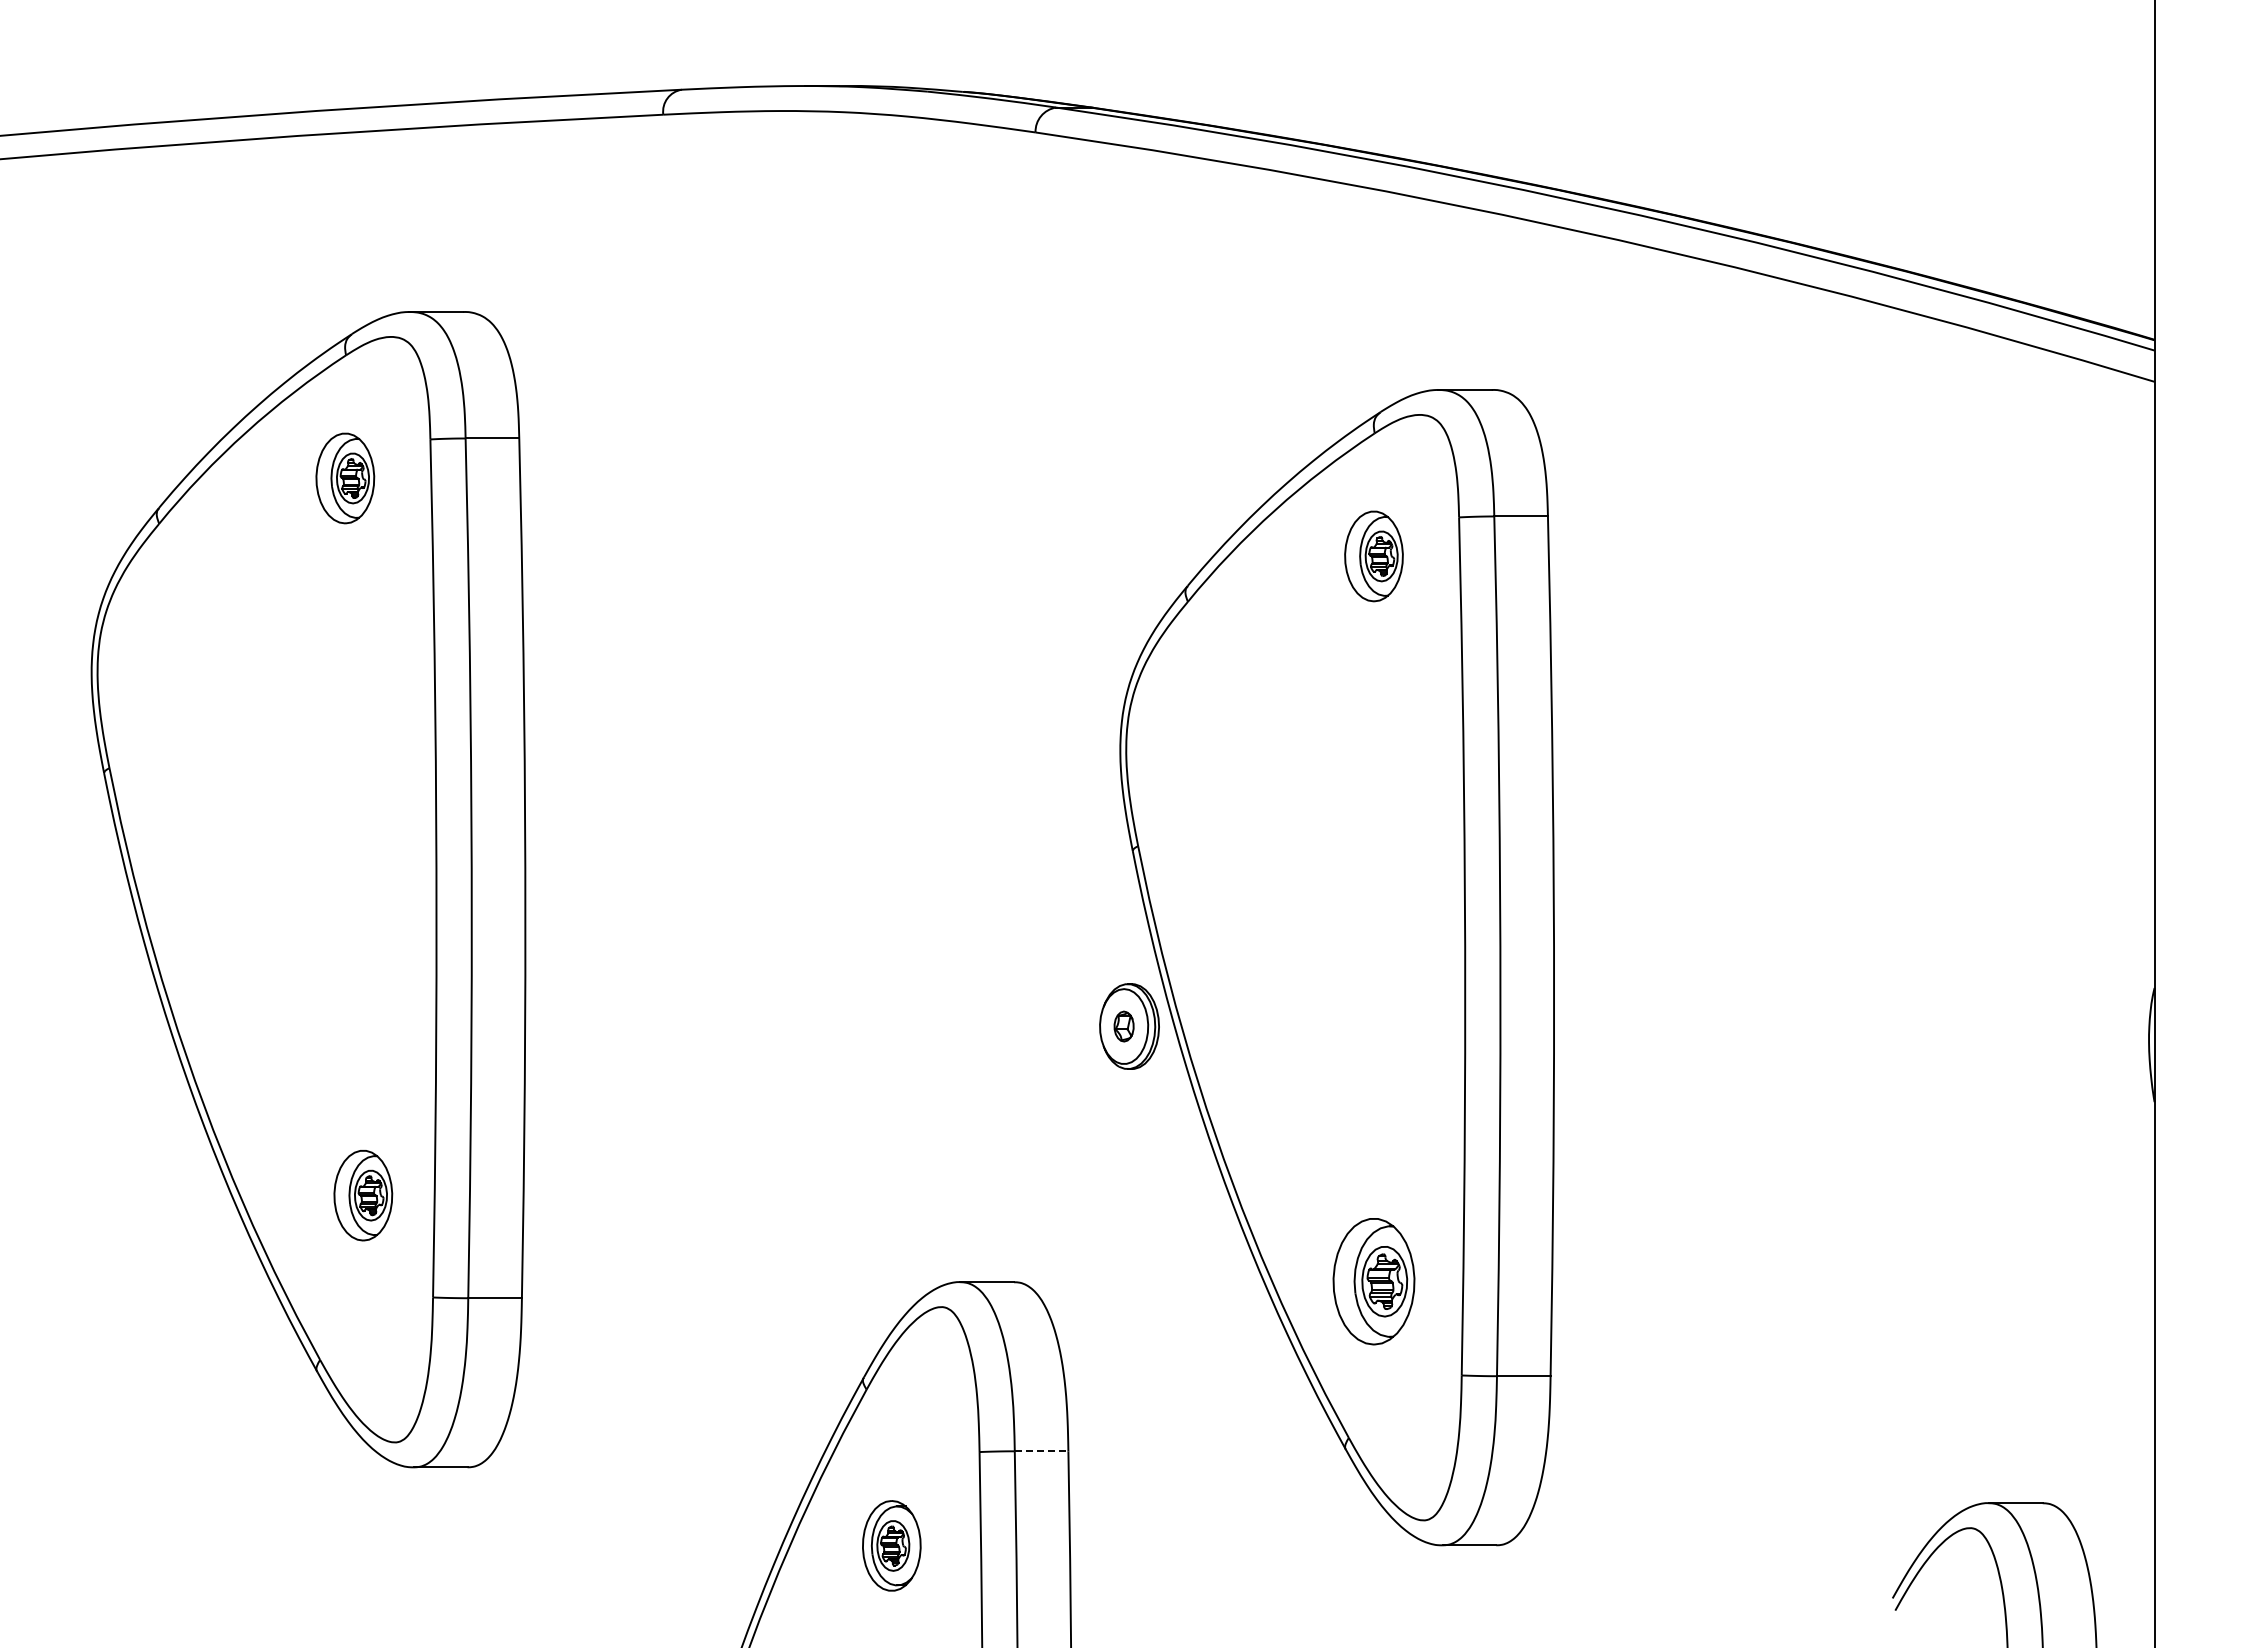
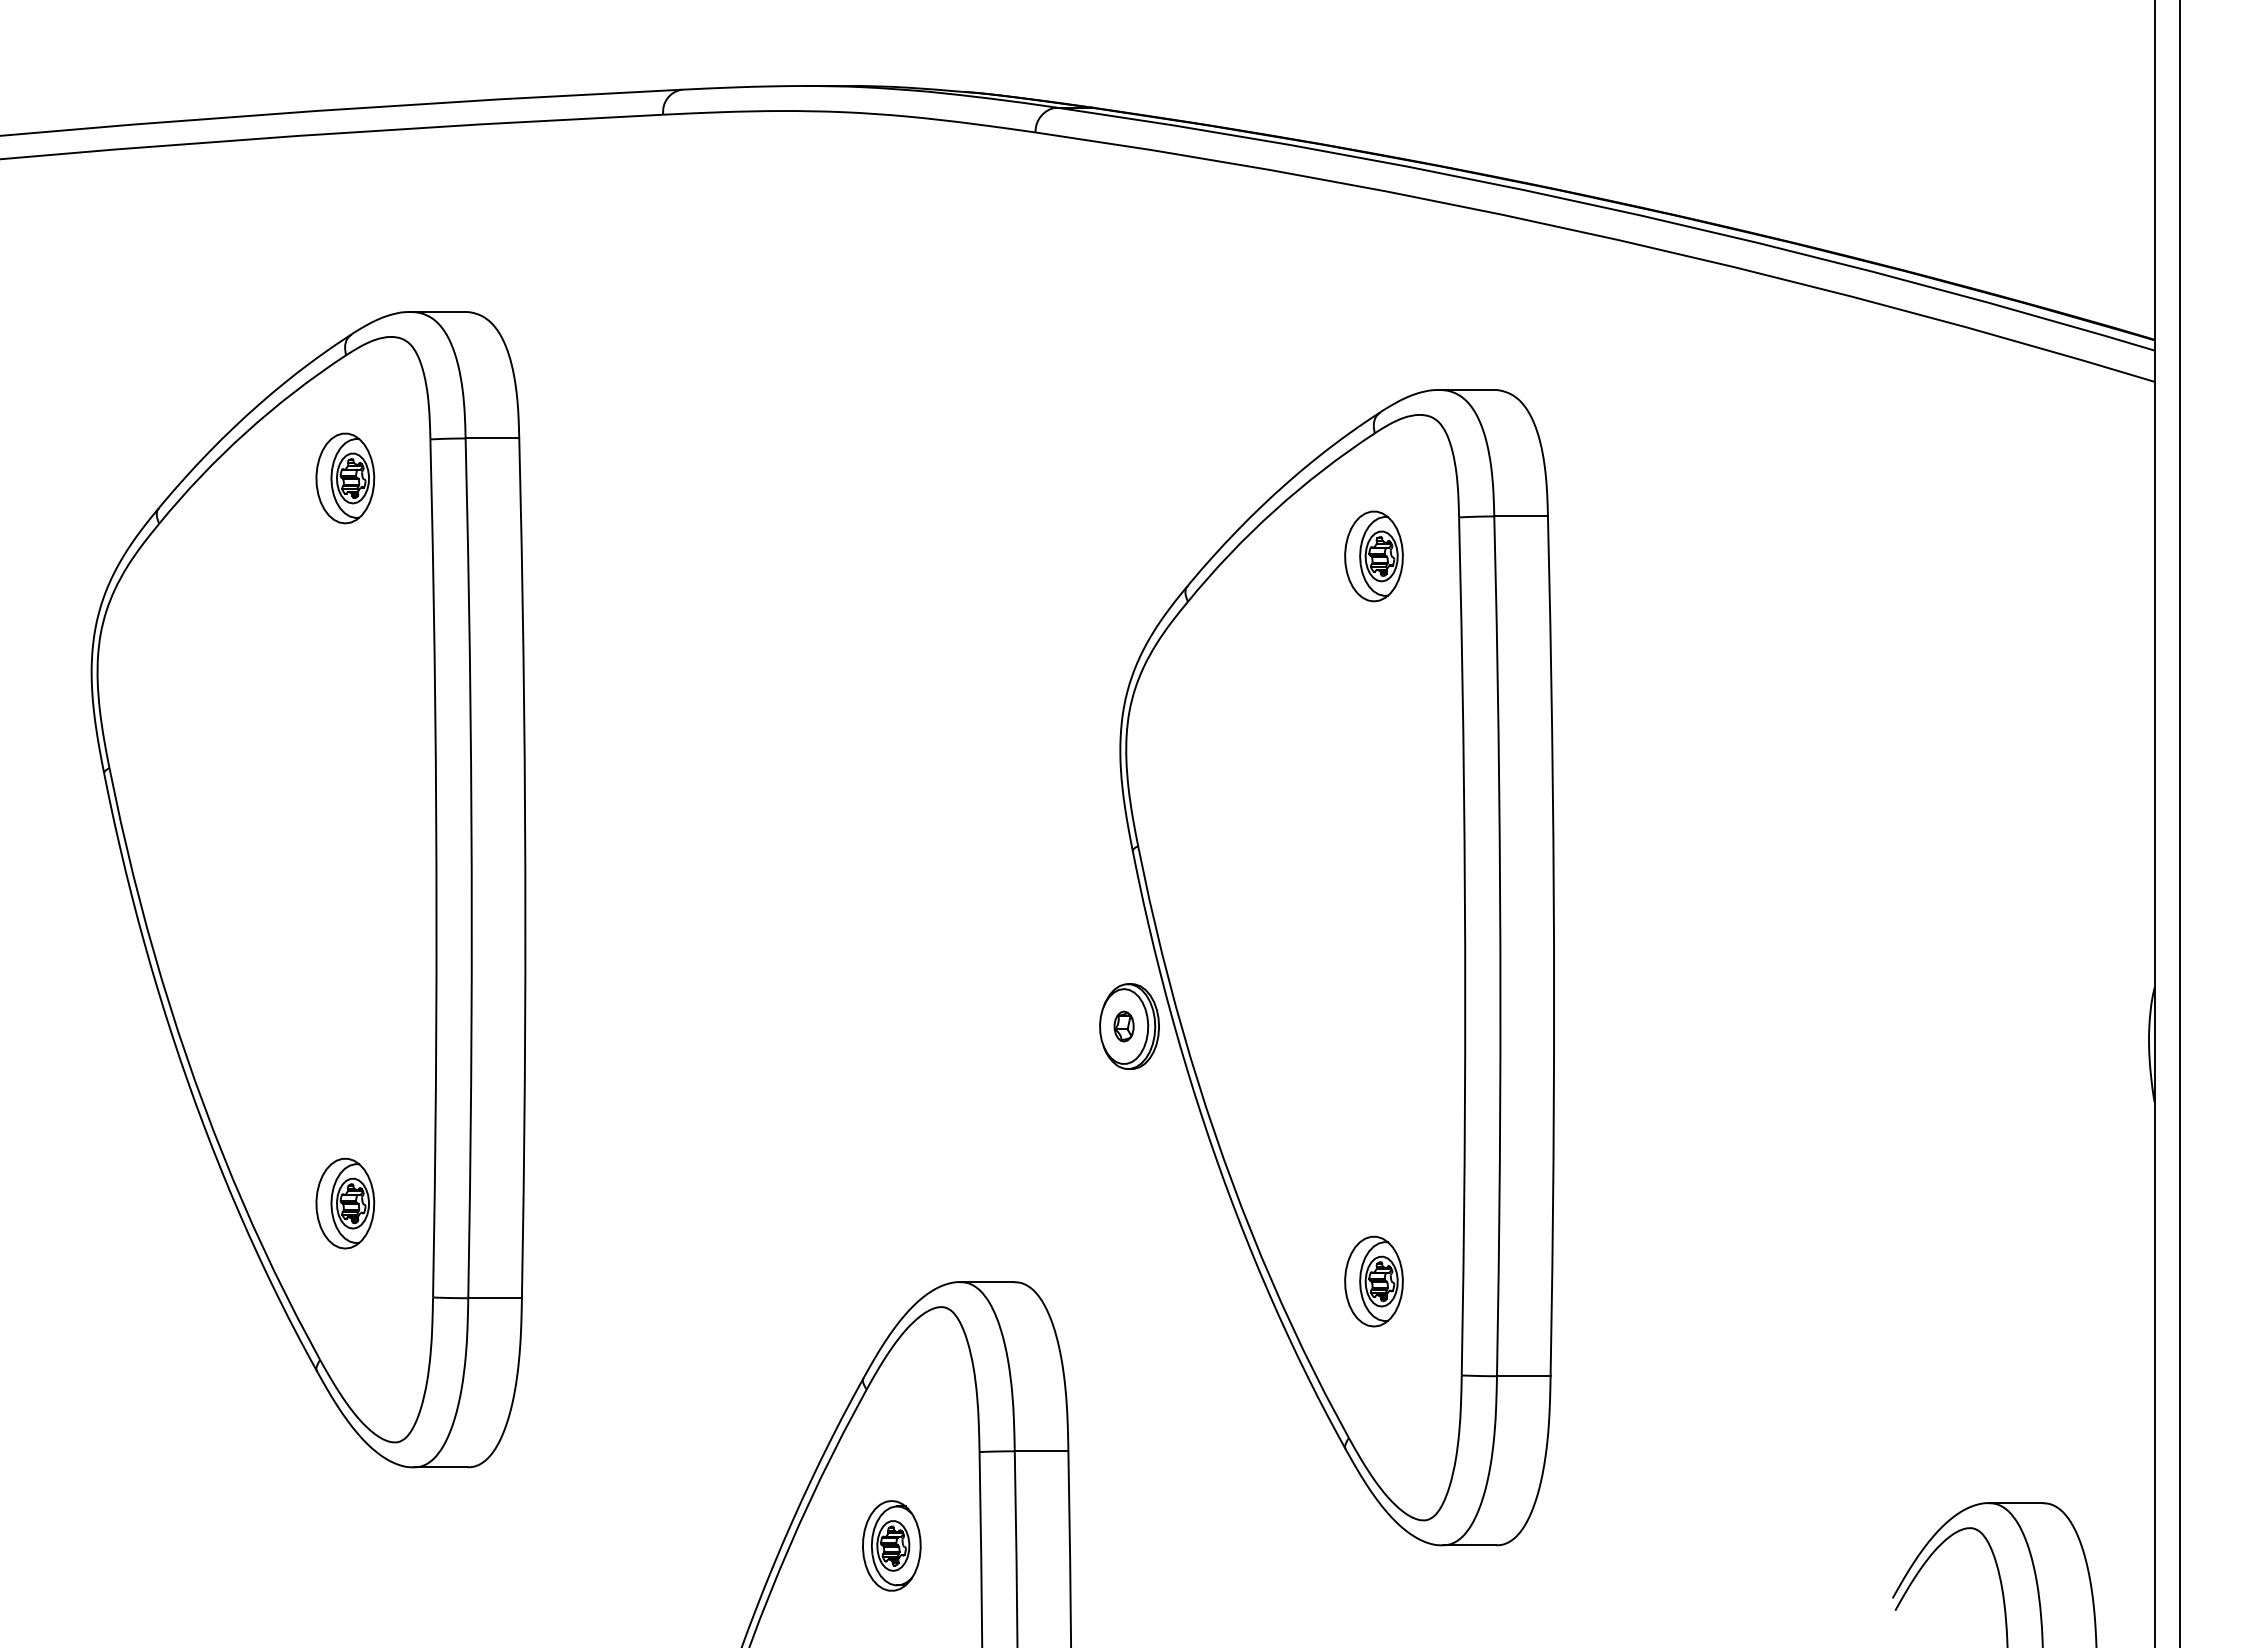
line at (2179, 823): none -> present
part at (363, 1195) position: (363, 1195) -> (345, 1203)
part at (1373, 1281) size: 84x128 px -> 60x93 px
line at (1041, 1451): dashed -> solid
